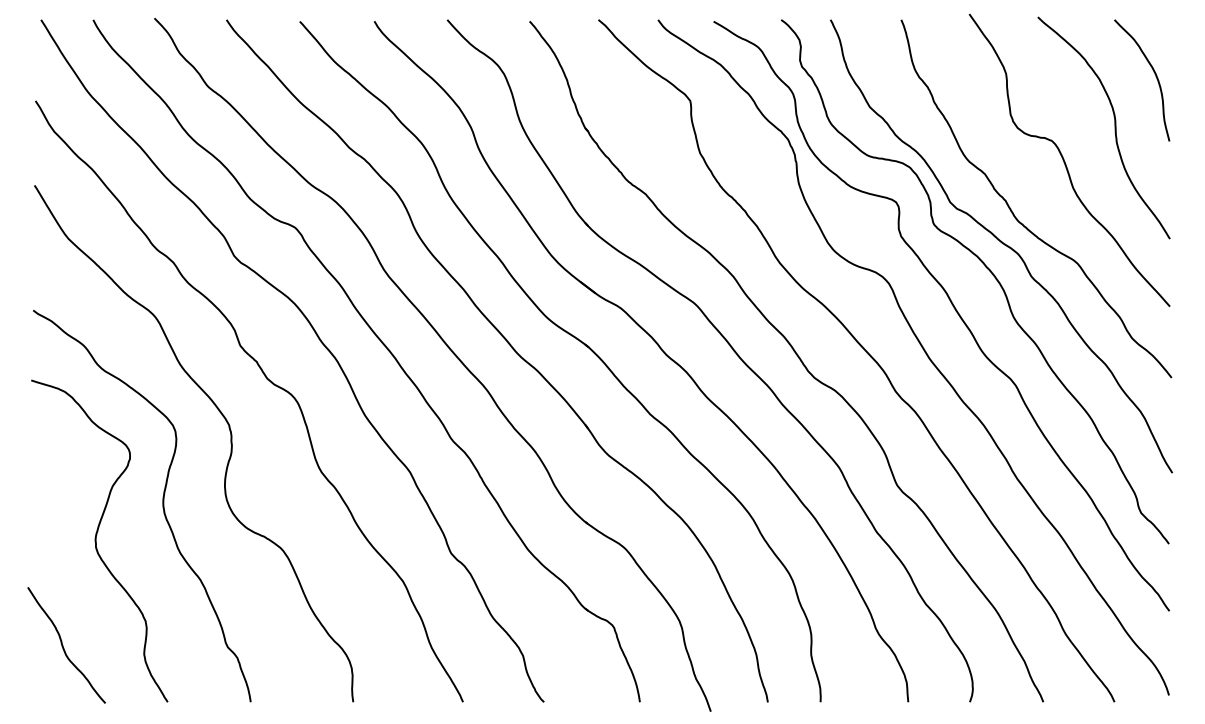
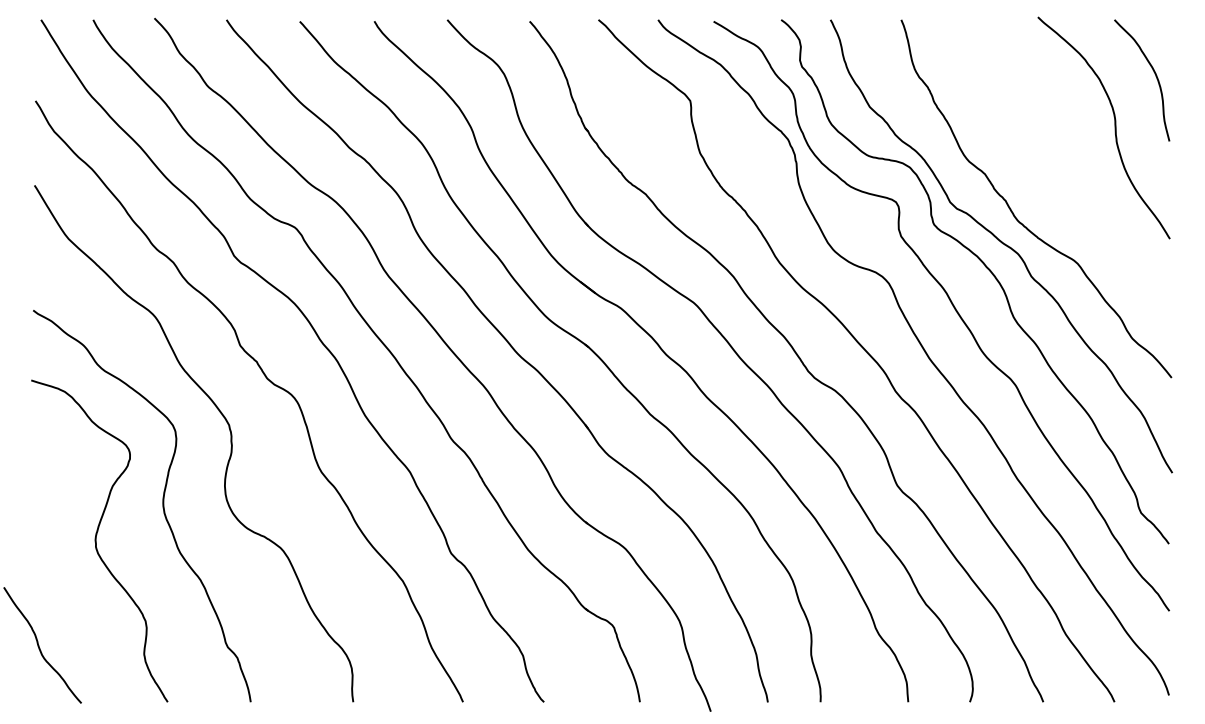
curve at (1065, 161): present -> none
curve at (63, 645) position: (63, 645) -> (39, 645)
